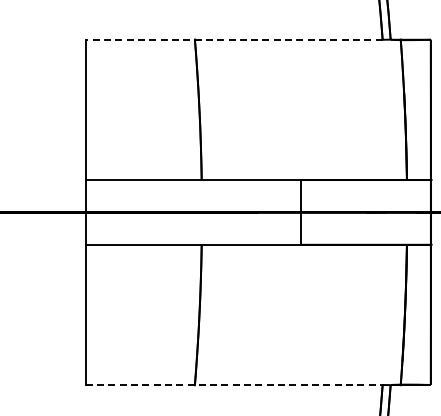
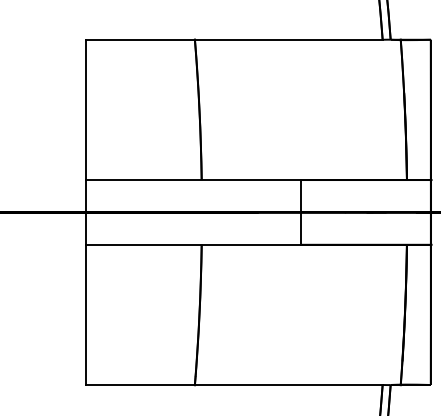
line at (233, 39): dashed -> solid
line at (234, 384): dashed -> solid
